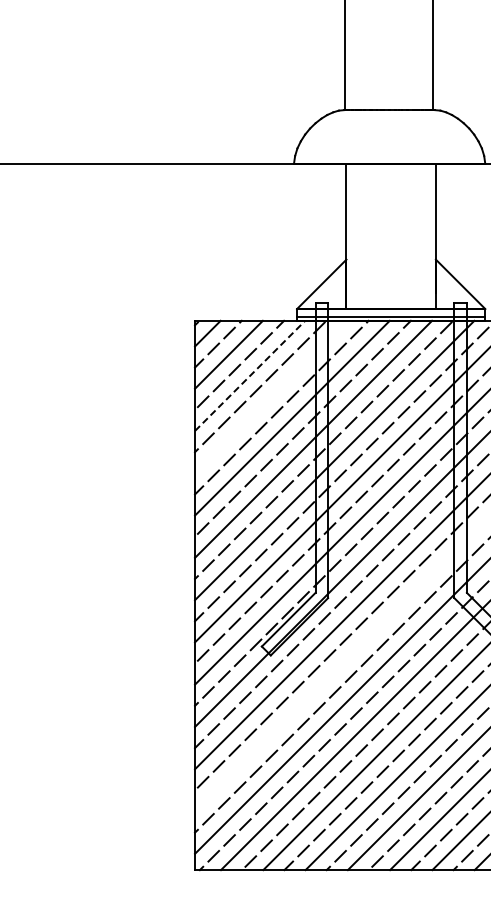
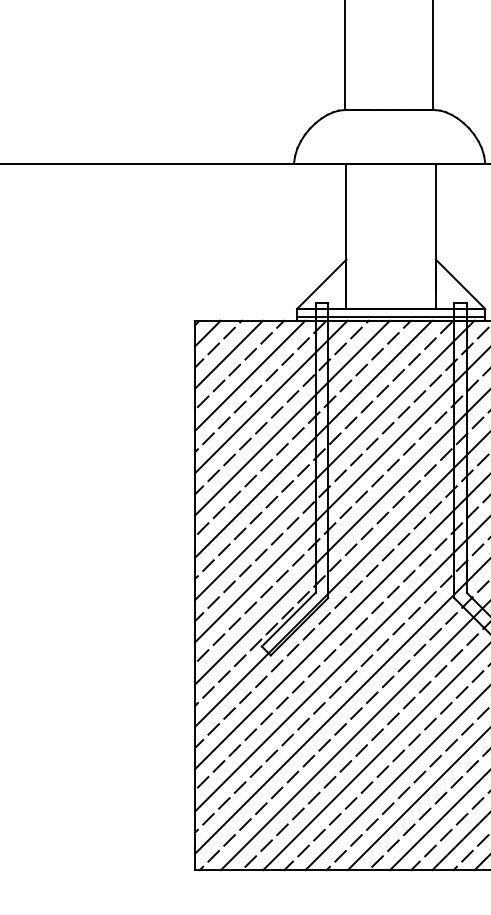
line at (250, 375): dashed -> solid
line at (271, 396): none -> present
line at (341, 665): none -> present
